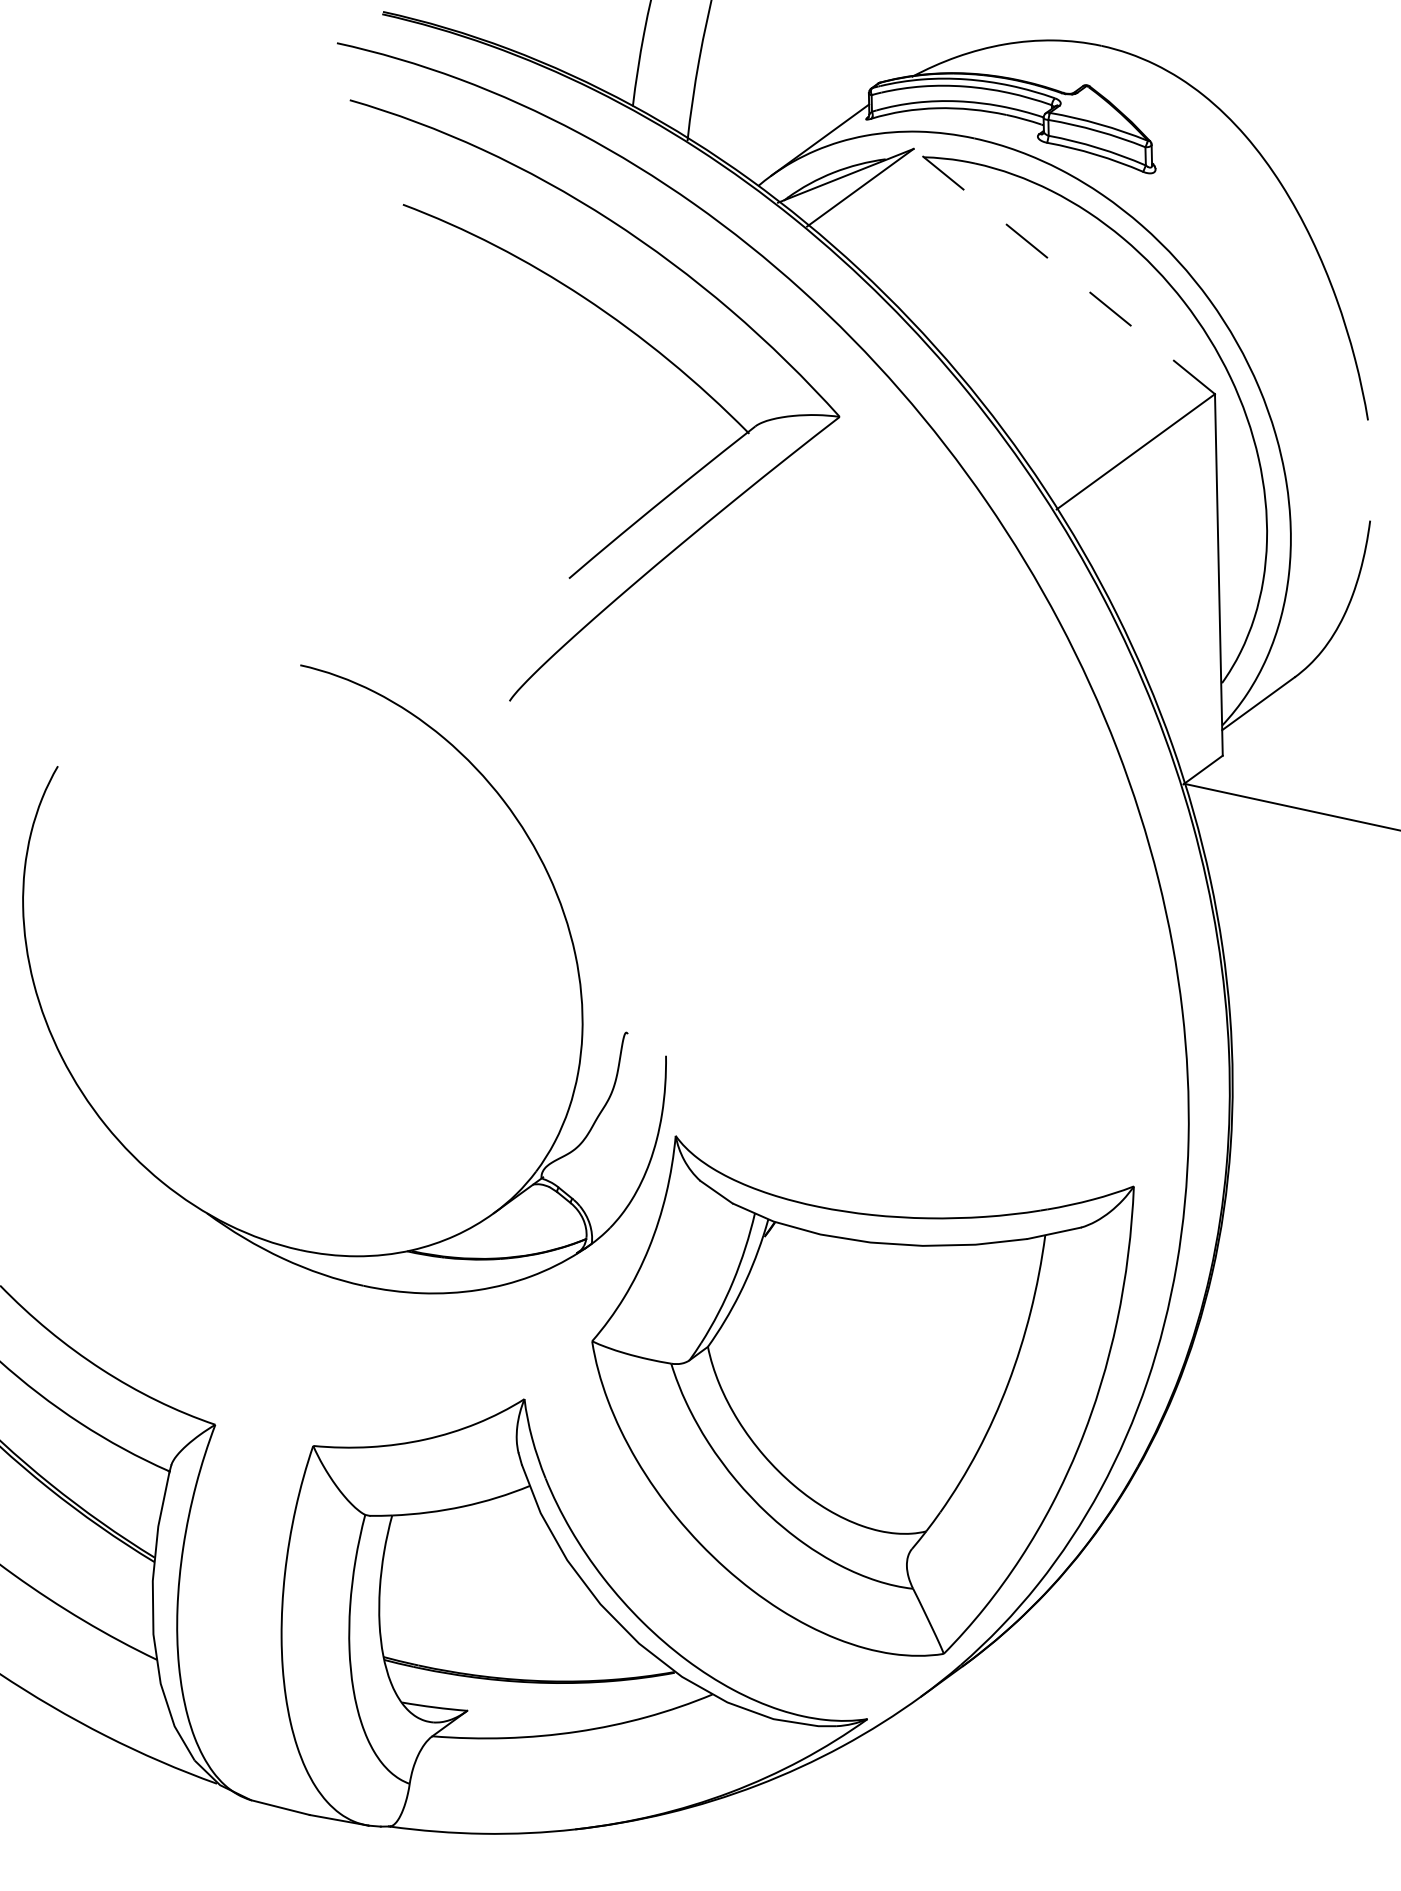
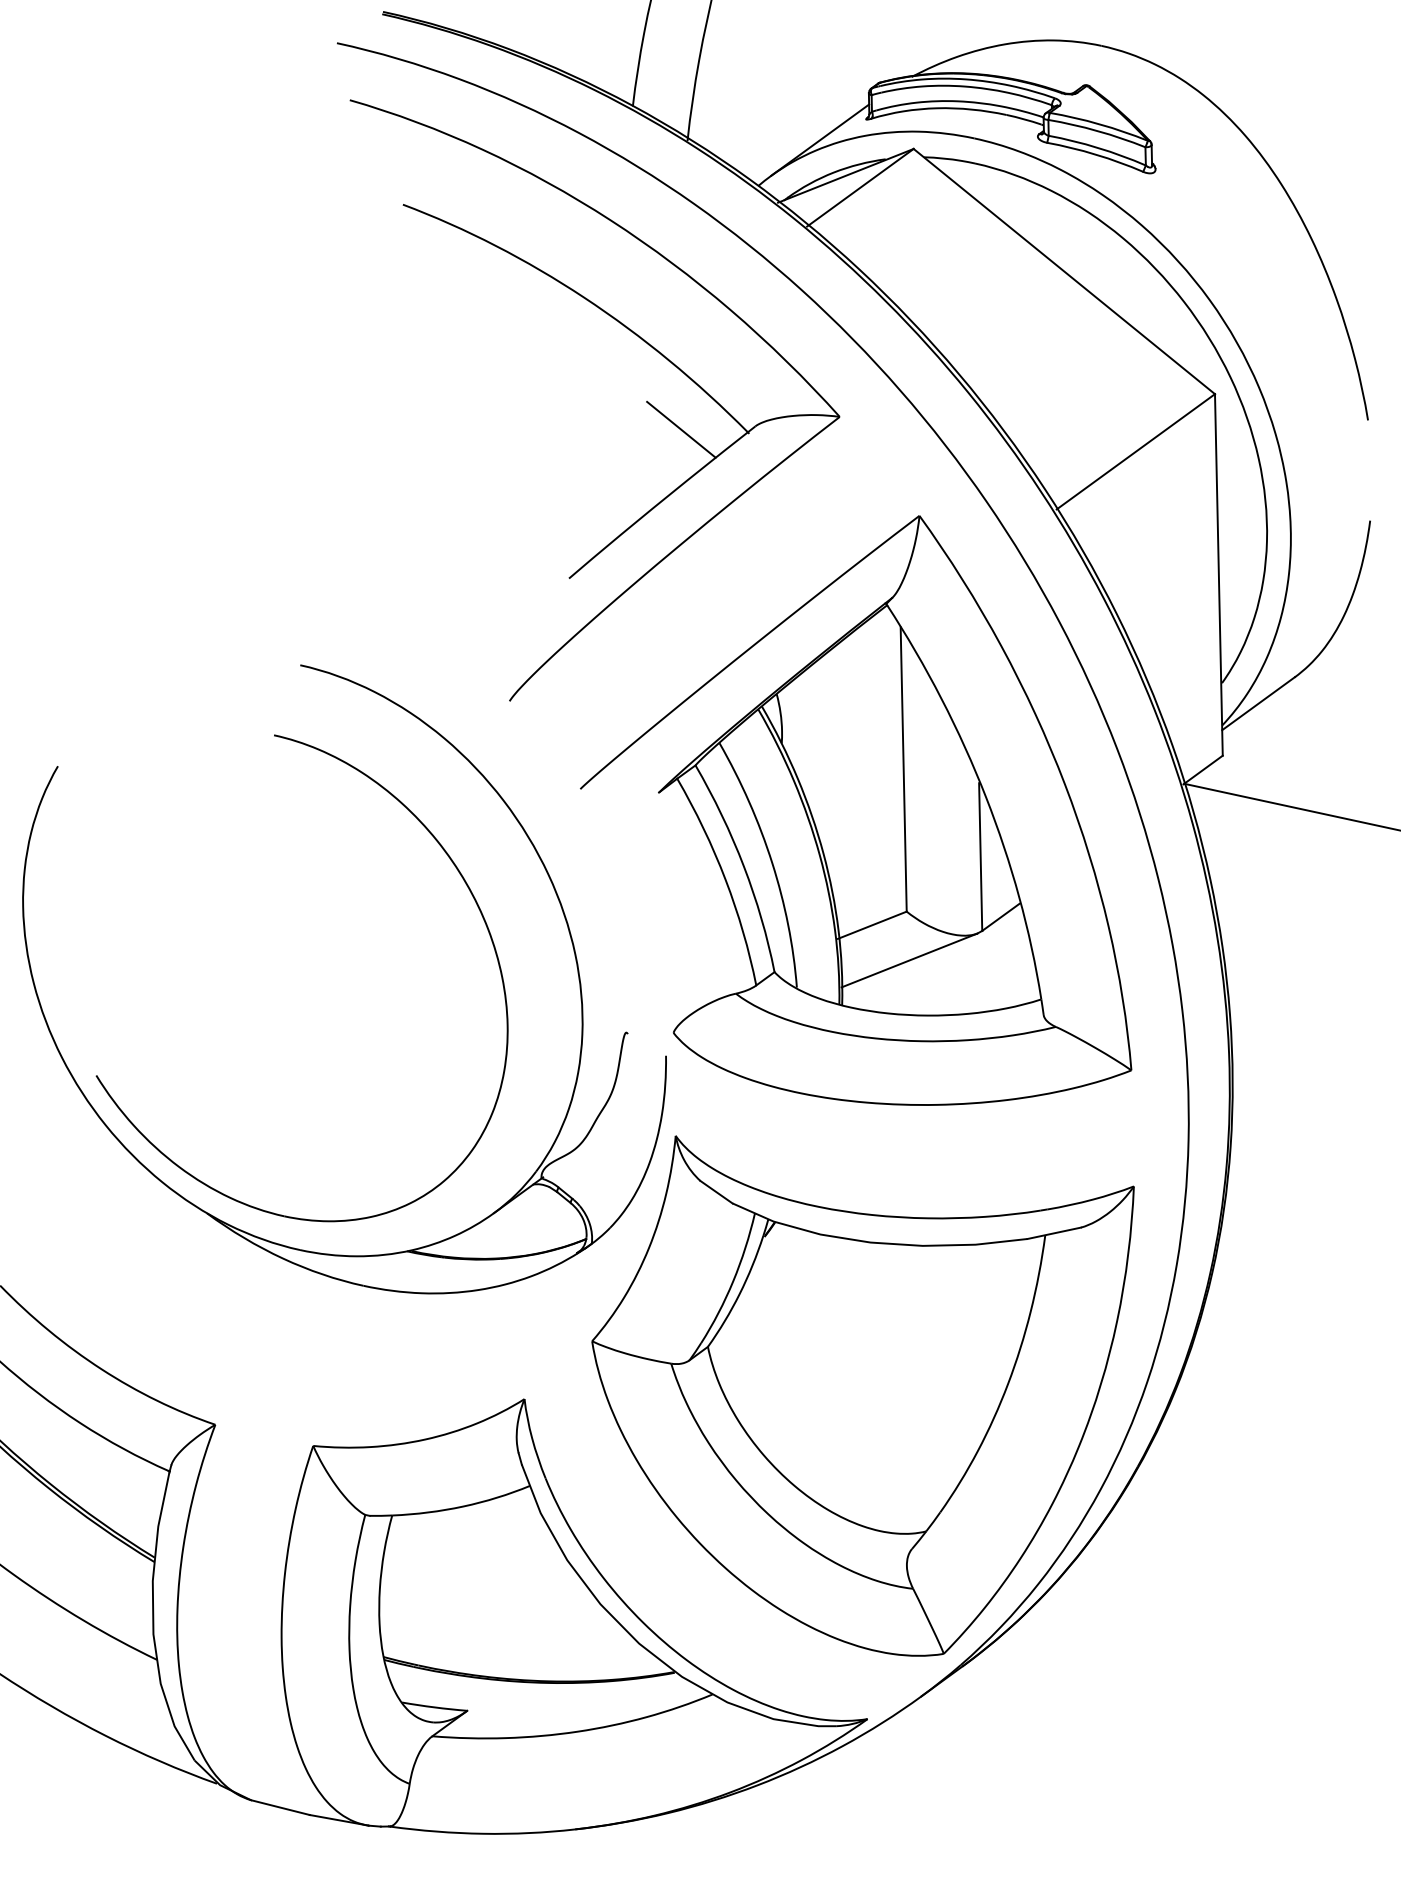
line at (1063, 271): dashed -> solid
line at (681, 429): none -> present
part at (856, 810): none -> present
part at (465, 884): none -> present
